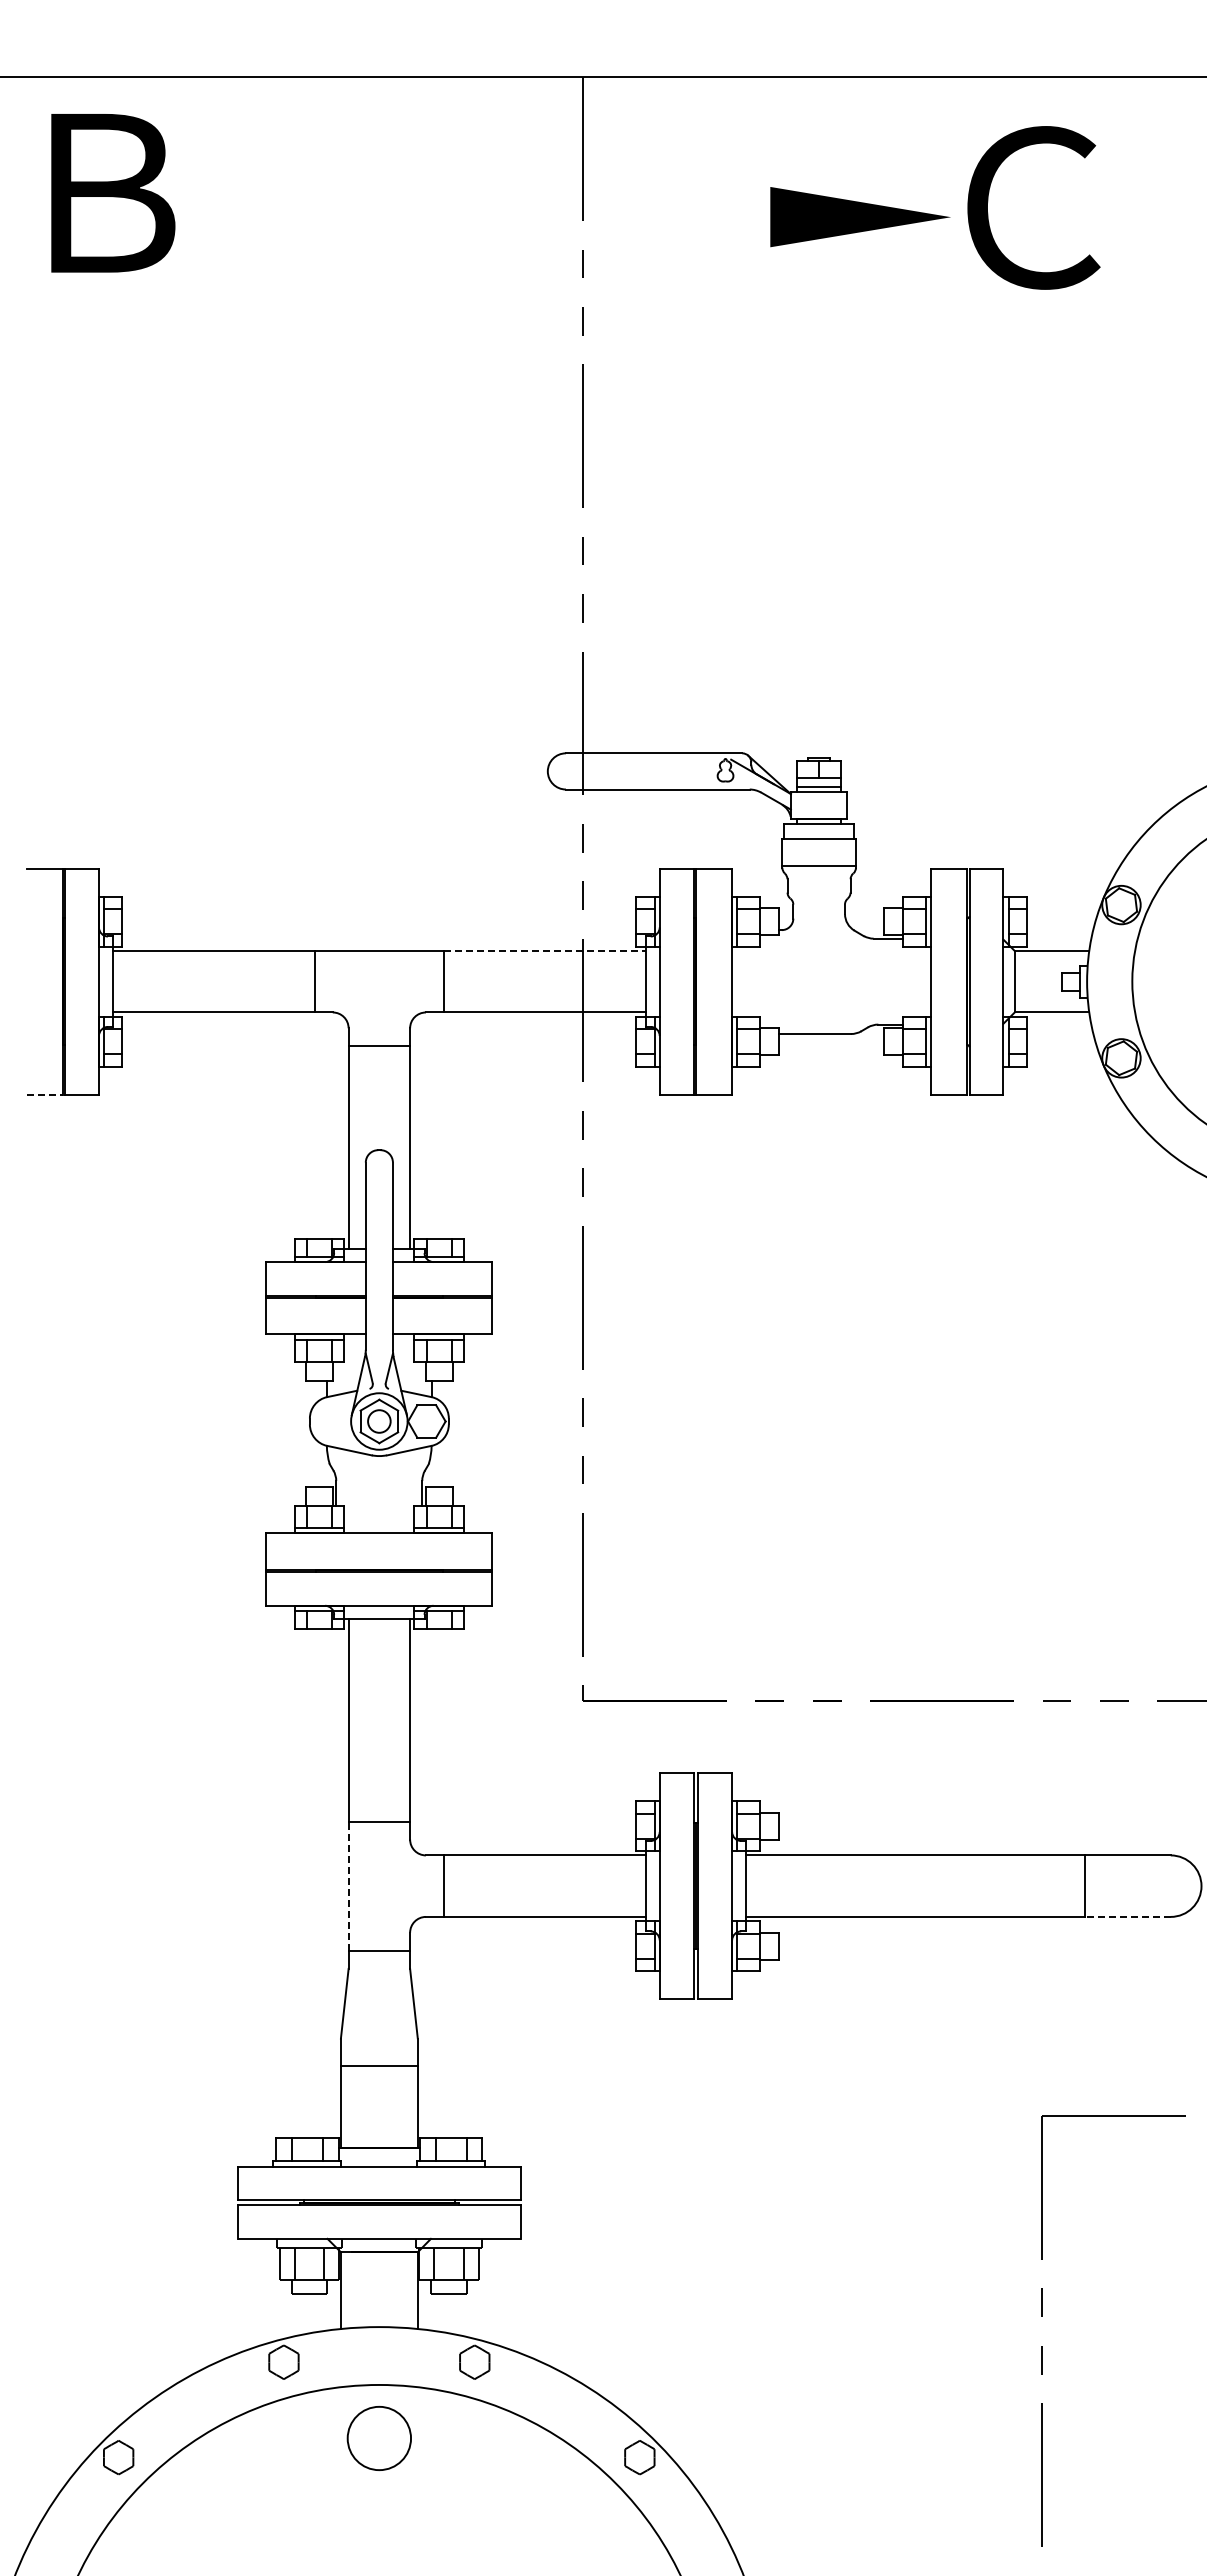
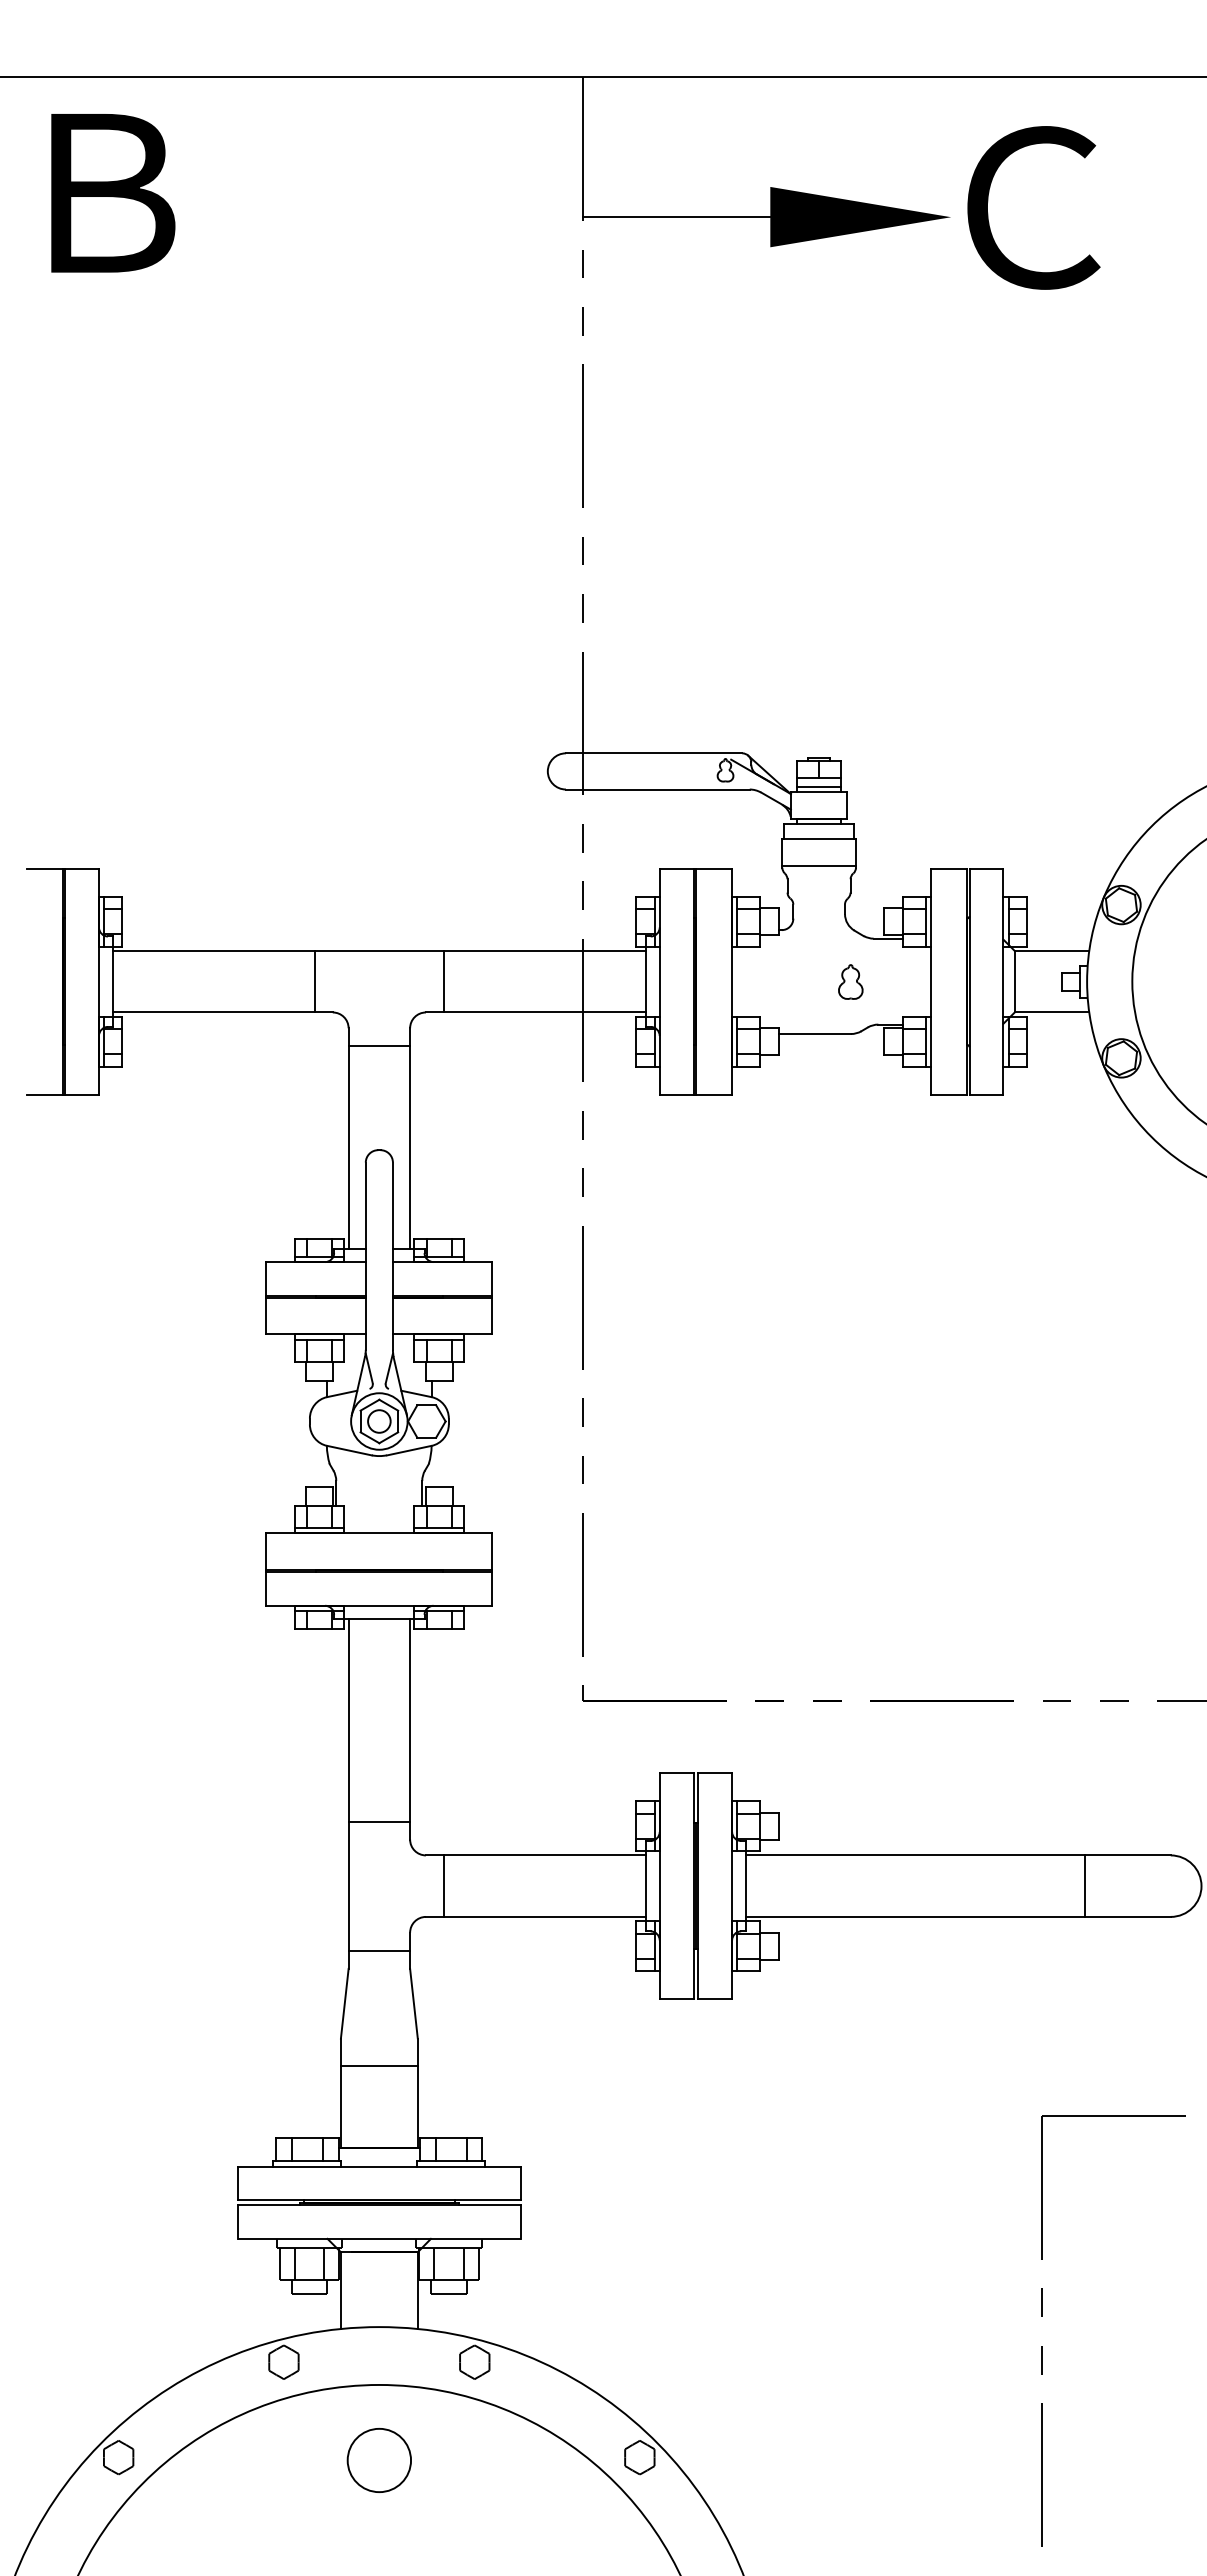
line at (676, 217): none -> present
line at (545, 950): dashed -> solid
part at (850, 981): none -> present
line at (45, 1094): dashed -> solid
line at (348, 1886): dashed -> solid
line at (1127, 1916): dashed -> solid
circle at (378, 2438) position: (378, 2438) -> (378, 2460)
